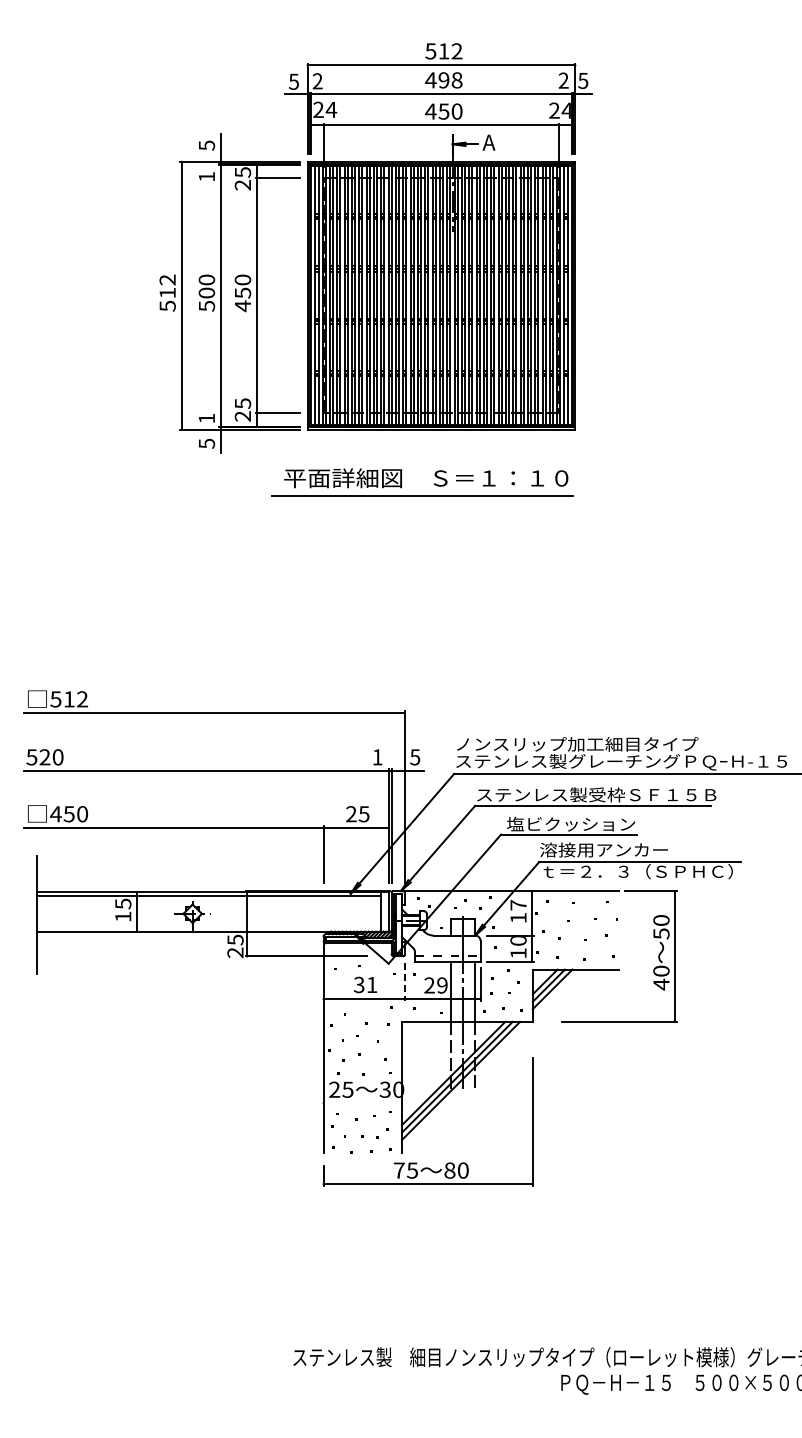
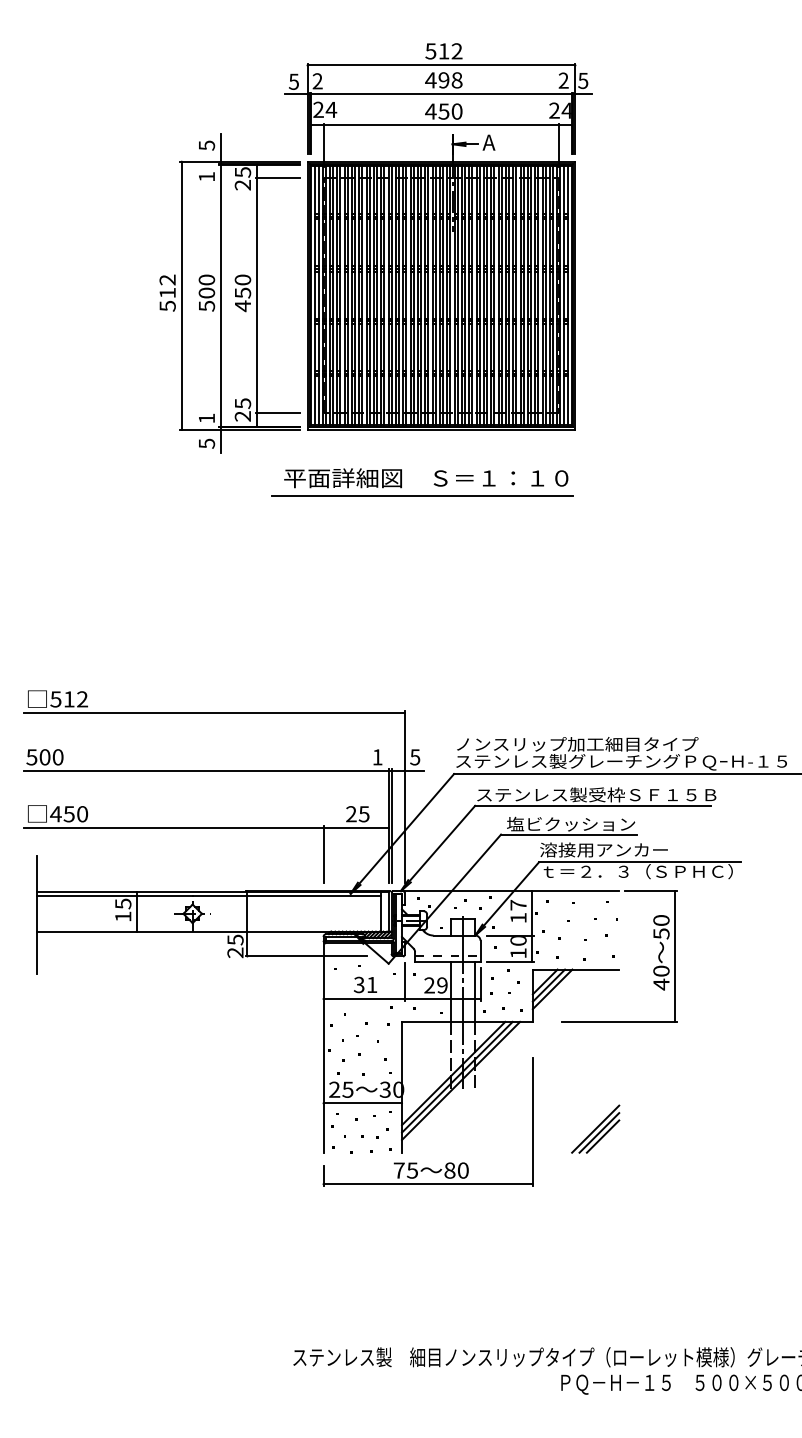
text at (44, 757): 520 -> 500
line at (404, 981): dashed -> solid
line at (362, 1103): none -> present
part at (595, 1128): none -> present
